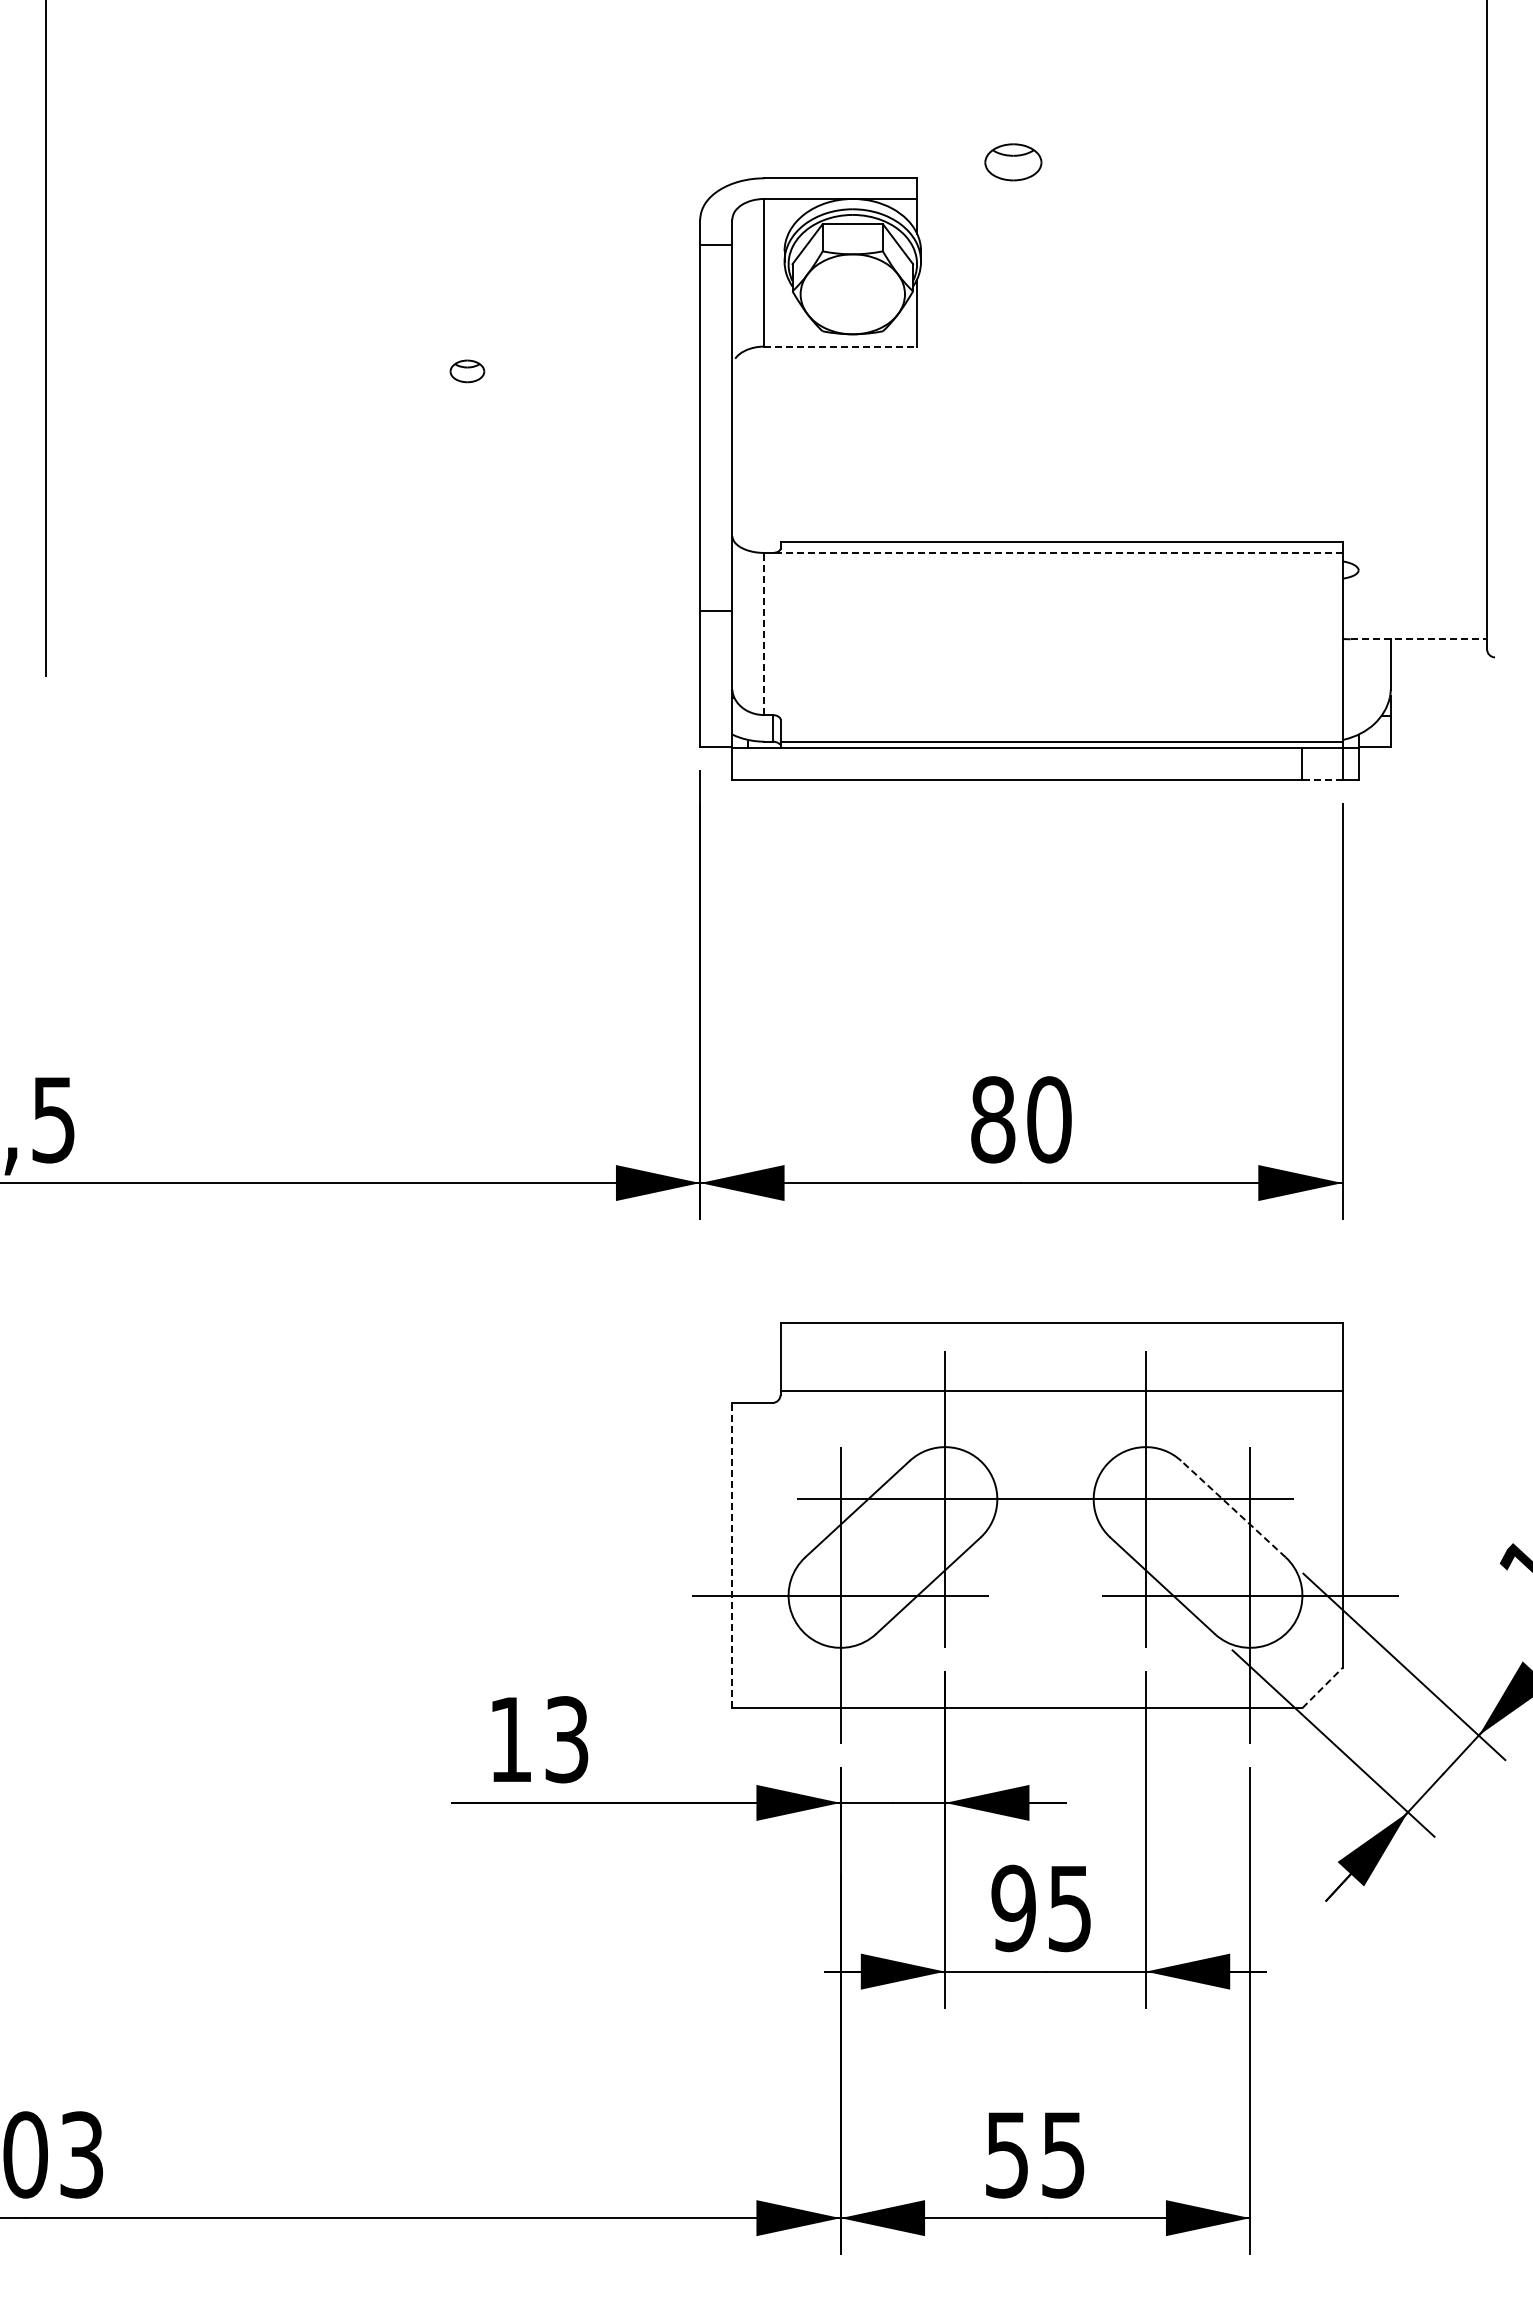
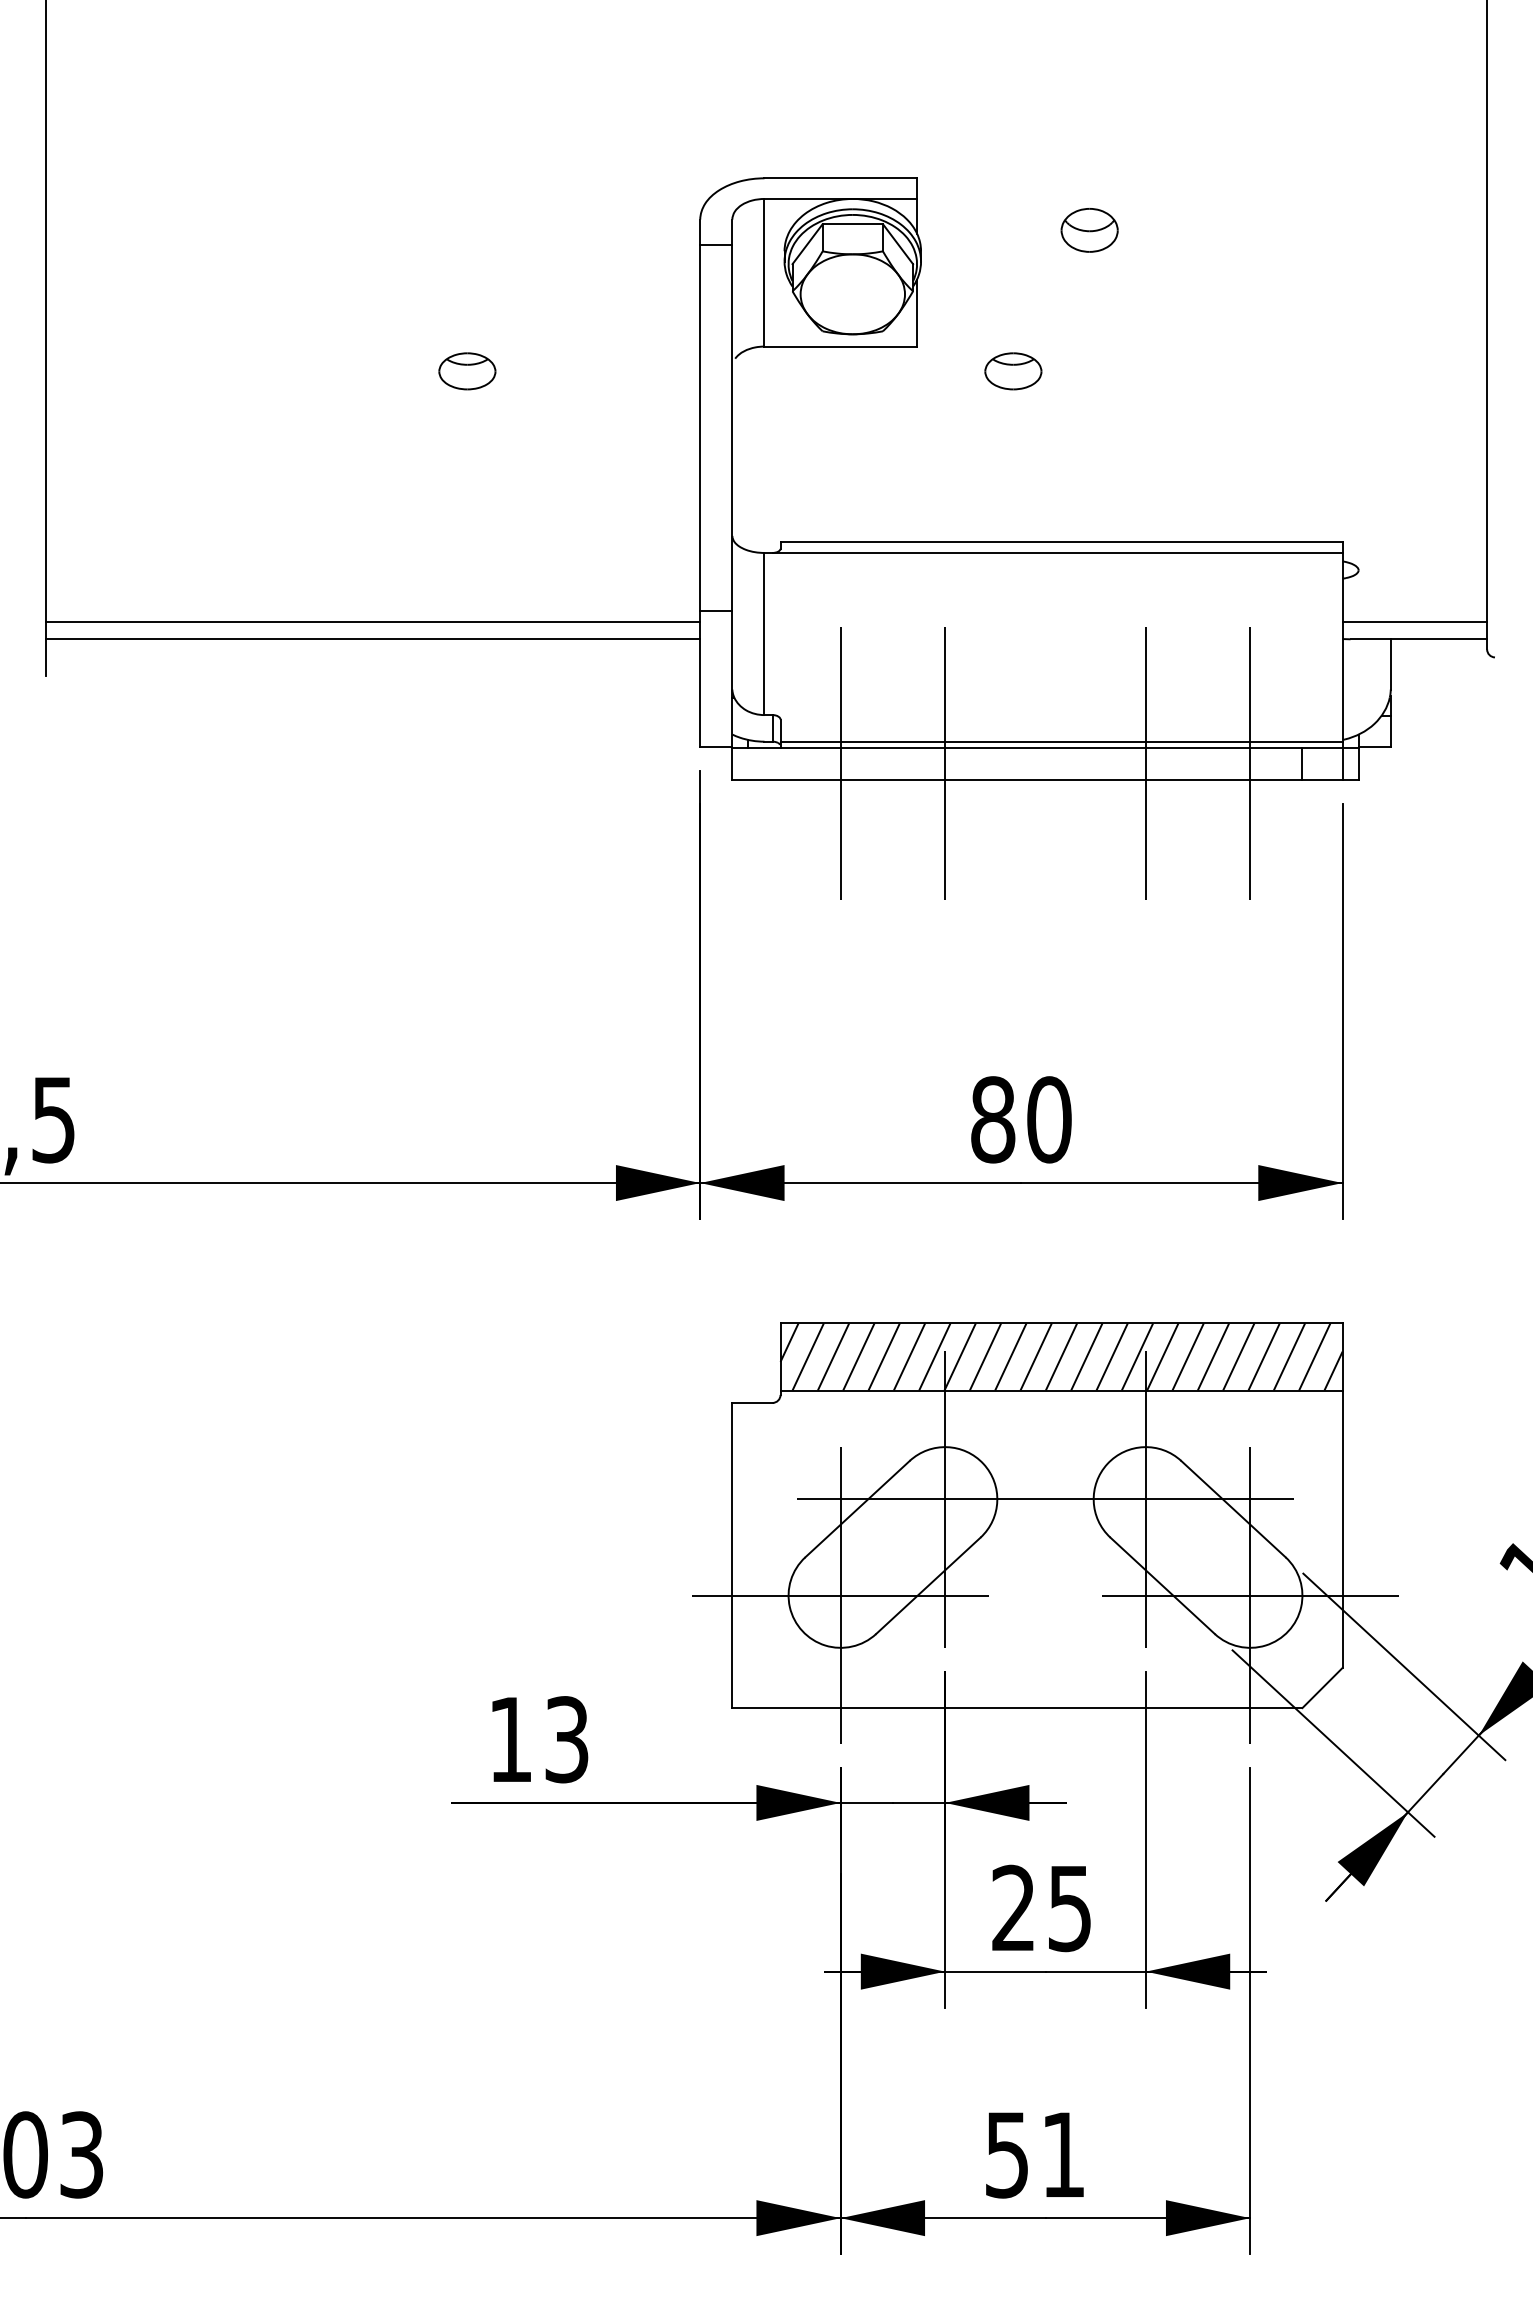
part at (1013, 162) position: (1013, 162) -> (1013, 371)
part at (1089, 230): none -> present
line at (841, 346): dashed -> solid
part at (467, 371) size: 37x25 px -> 59x39 px
line at (1057, 552): dashed -> solid
line at (372, 621): none -> present
line at (1414, 621): none -> present
line at (764, 633): dashed -> solid
line at (372, 639): none -> present
line at (1419, 639): dashed -> solid
line at (840, 763): none -> present
line at (945, 763): none -> present
line at (1145, 763): none -> present
line at (1250, 763): none -> present
line at (1322, 779): dashed -> solid
hatch at (1061, 1356): none -> present
line at (1233, 1508): dashed -> solid
line at (732, 1555): dashed -> solid
line at (1322, 1687): dashed -> solid
text at (1013, 1908): 95 -> 25
text at (1063, 2155): 55 -> 51
